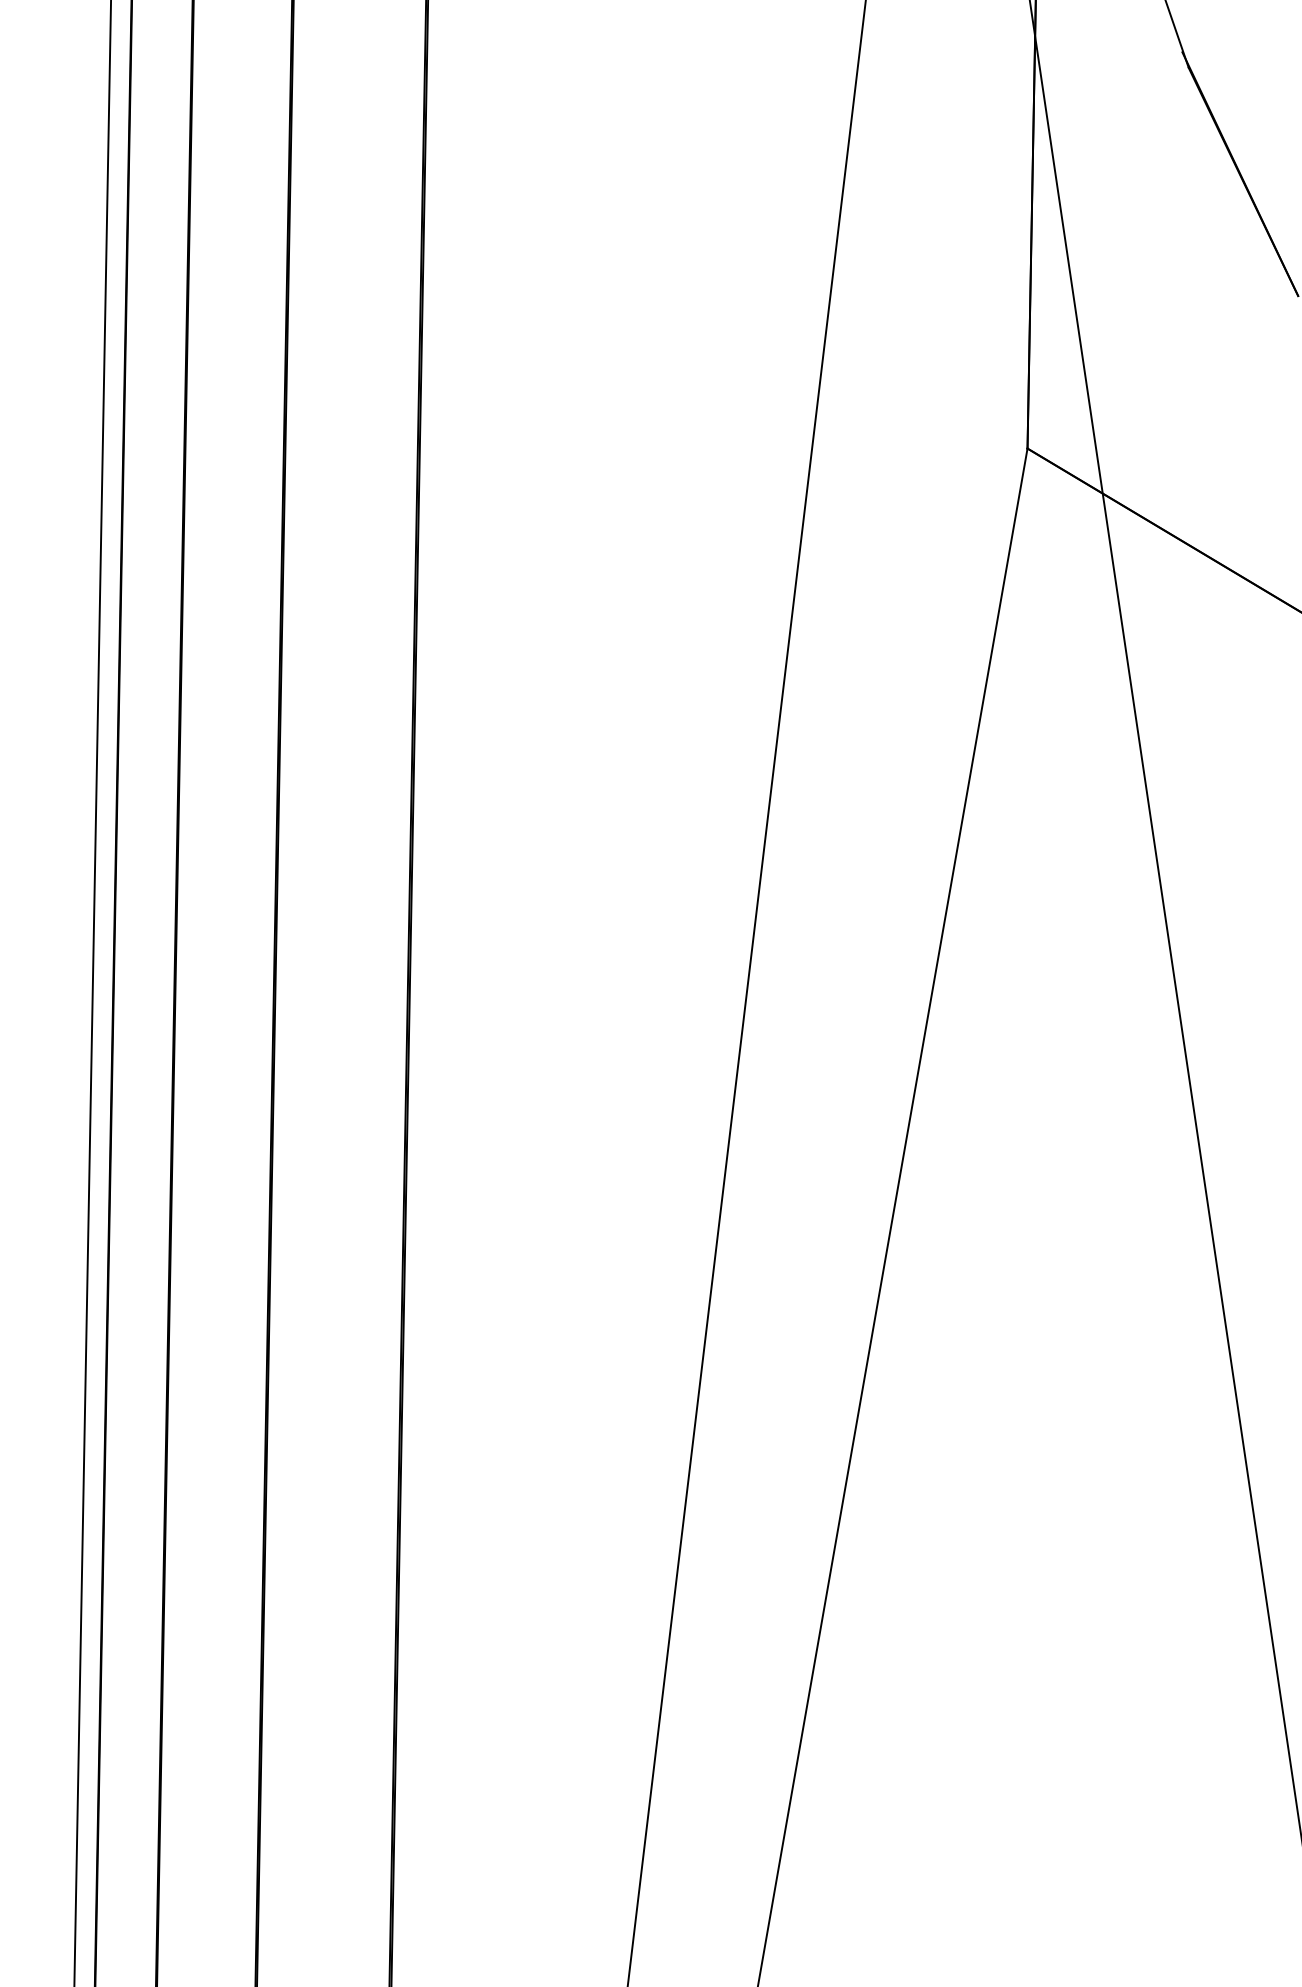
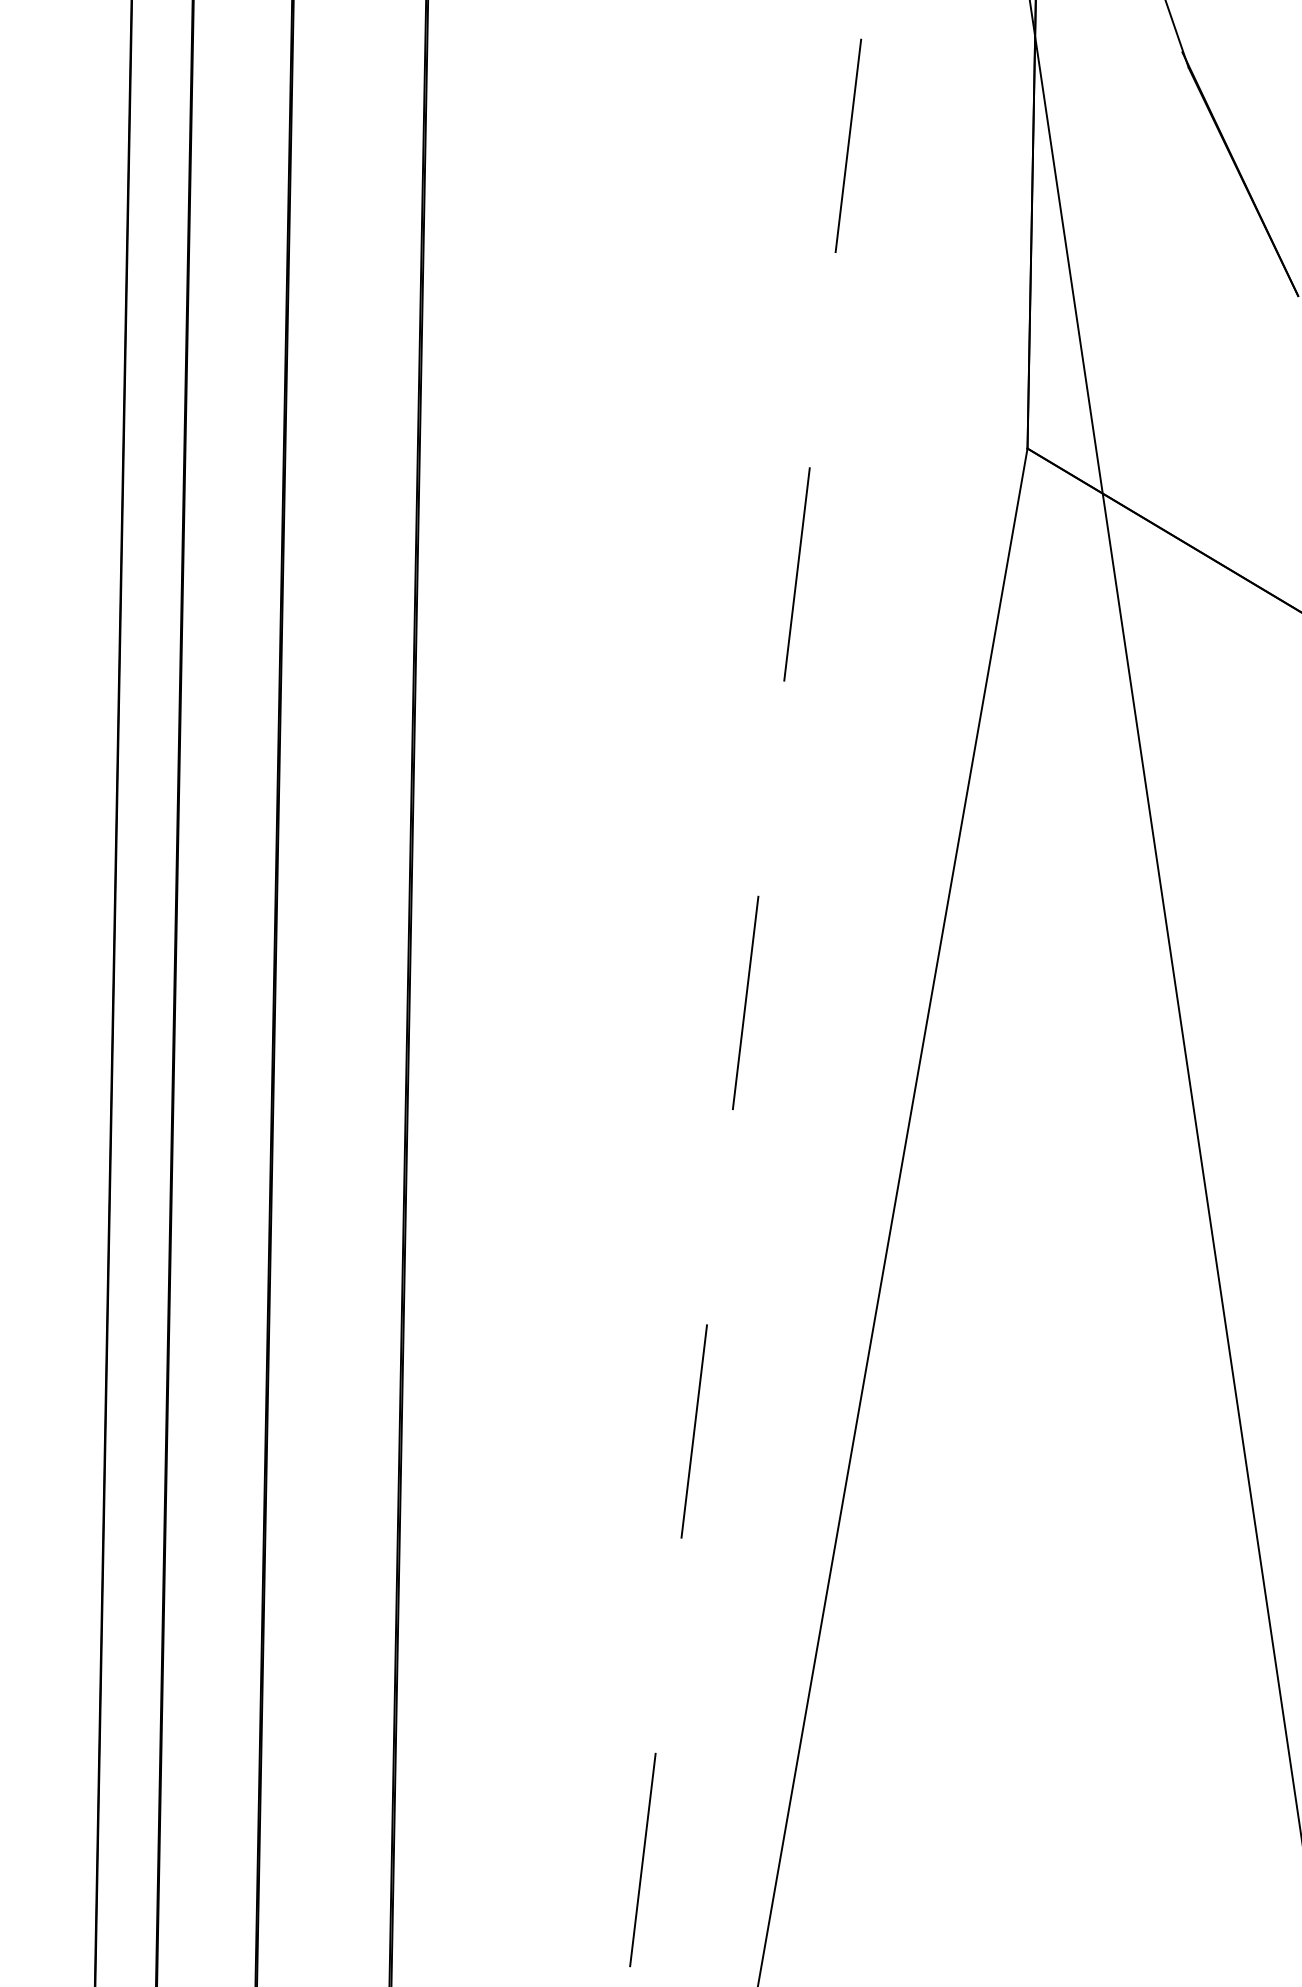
line at (92, 992): present -> none
line at (746, 994): solid -> dashed
